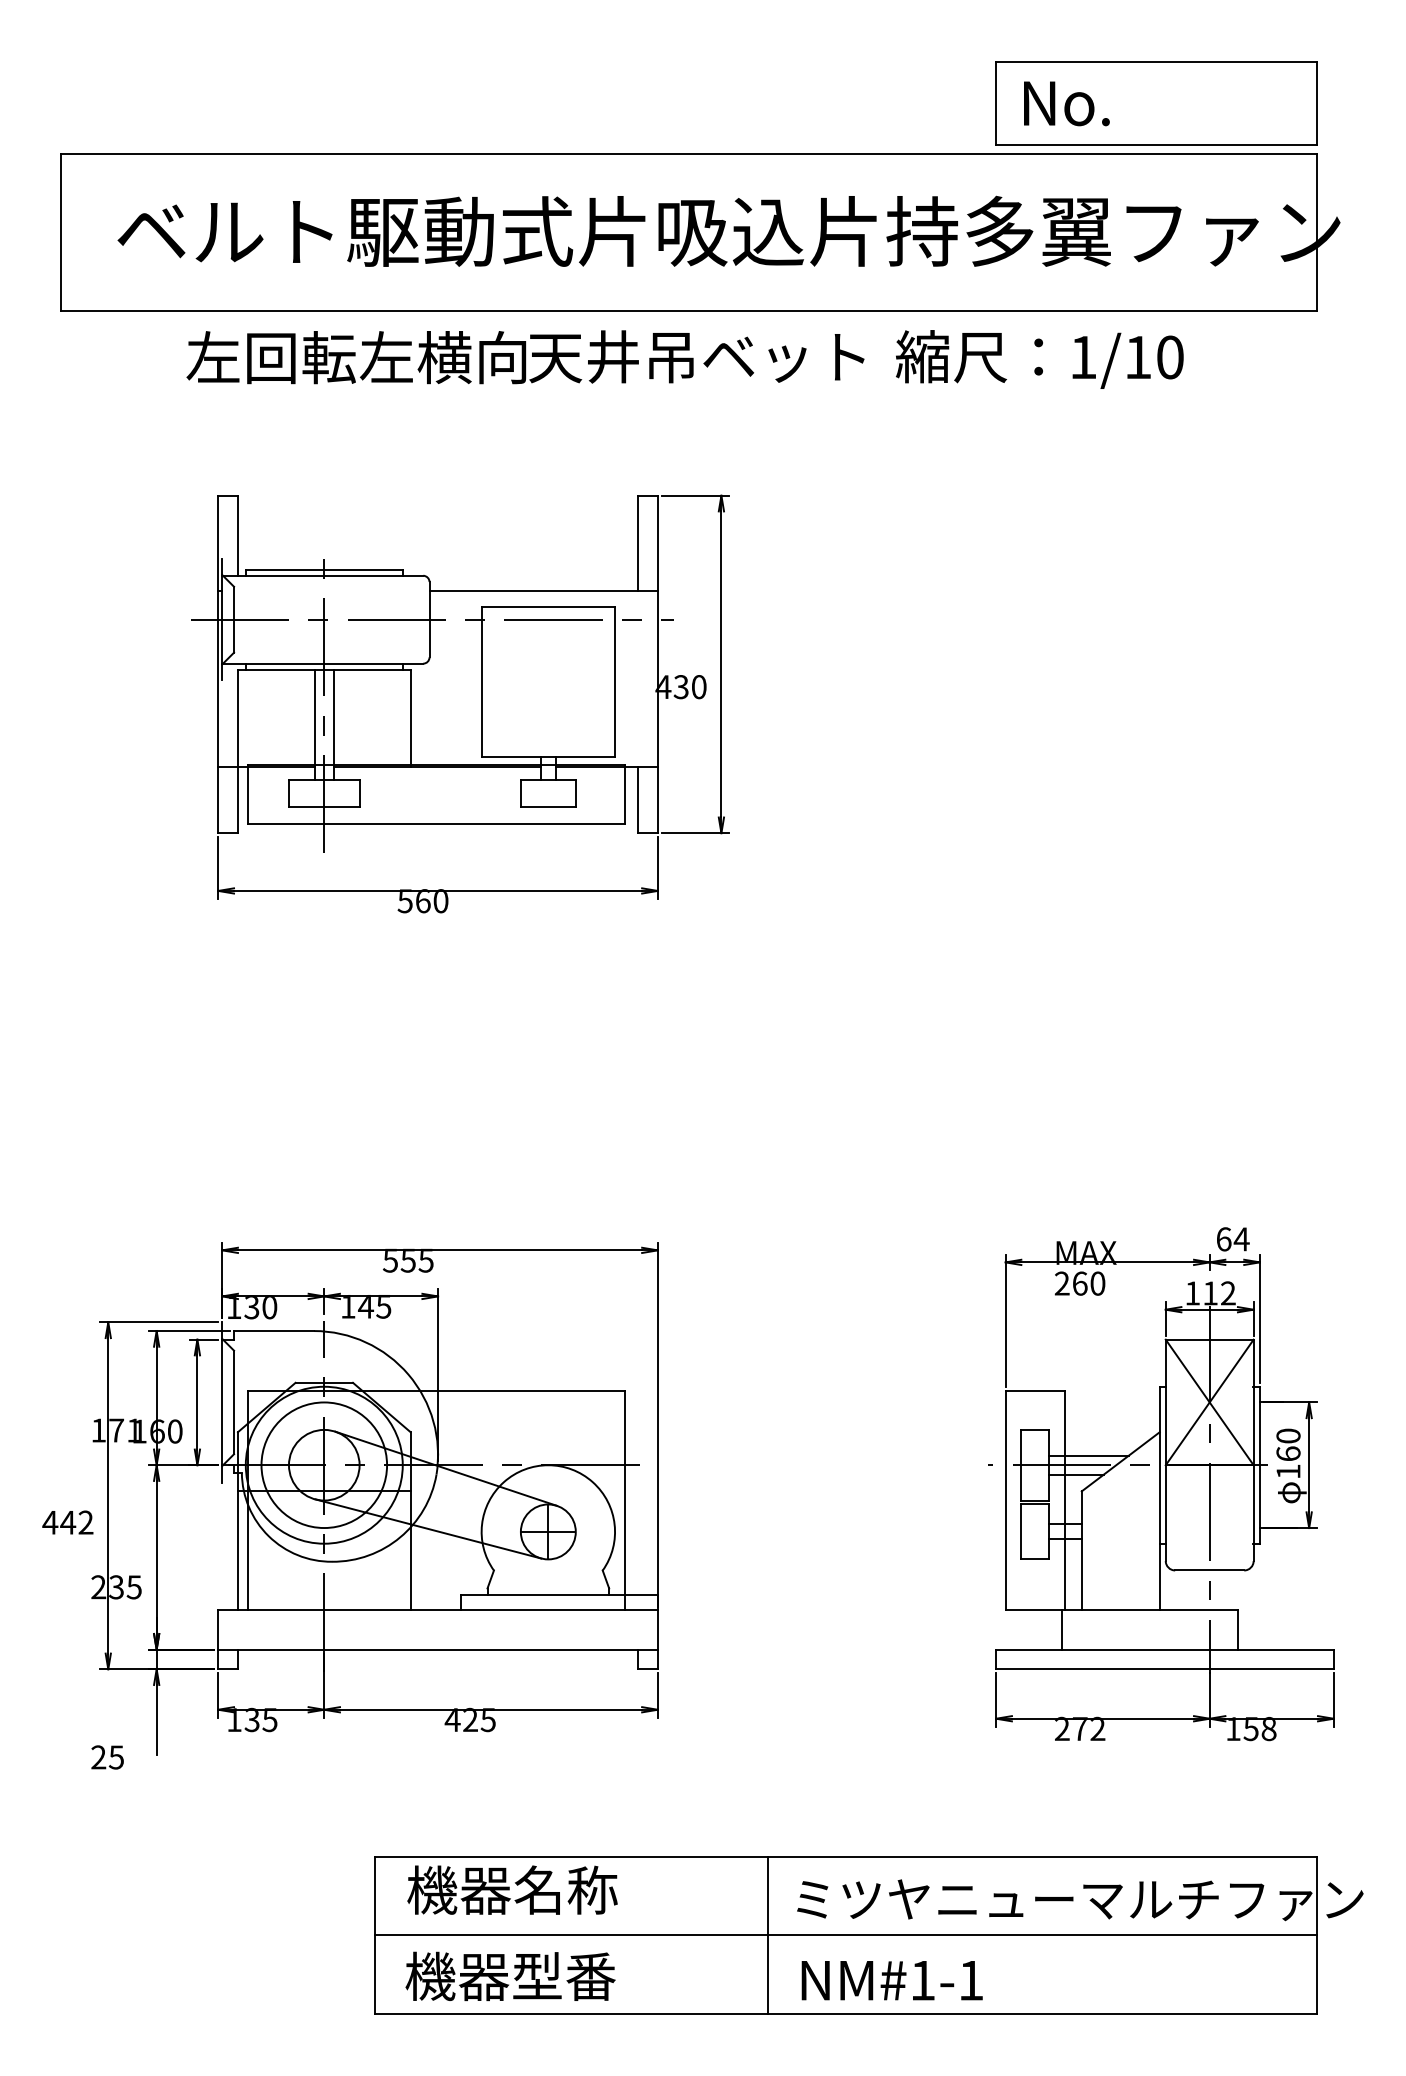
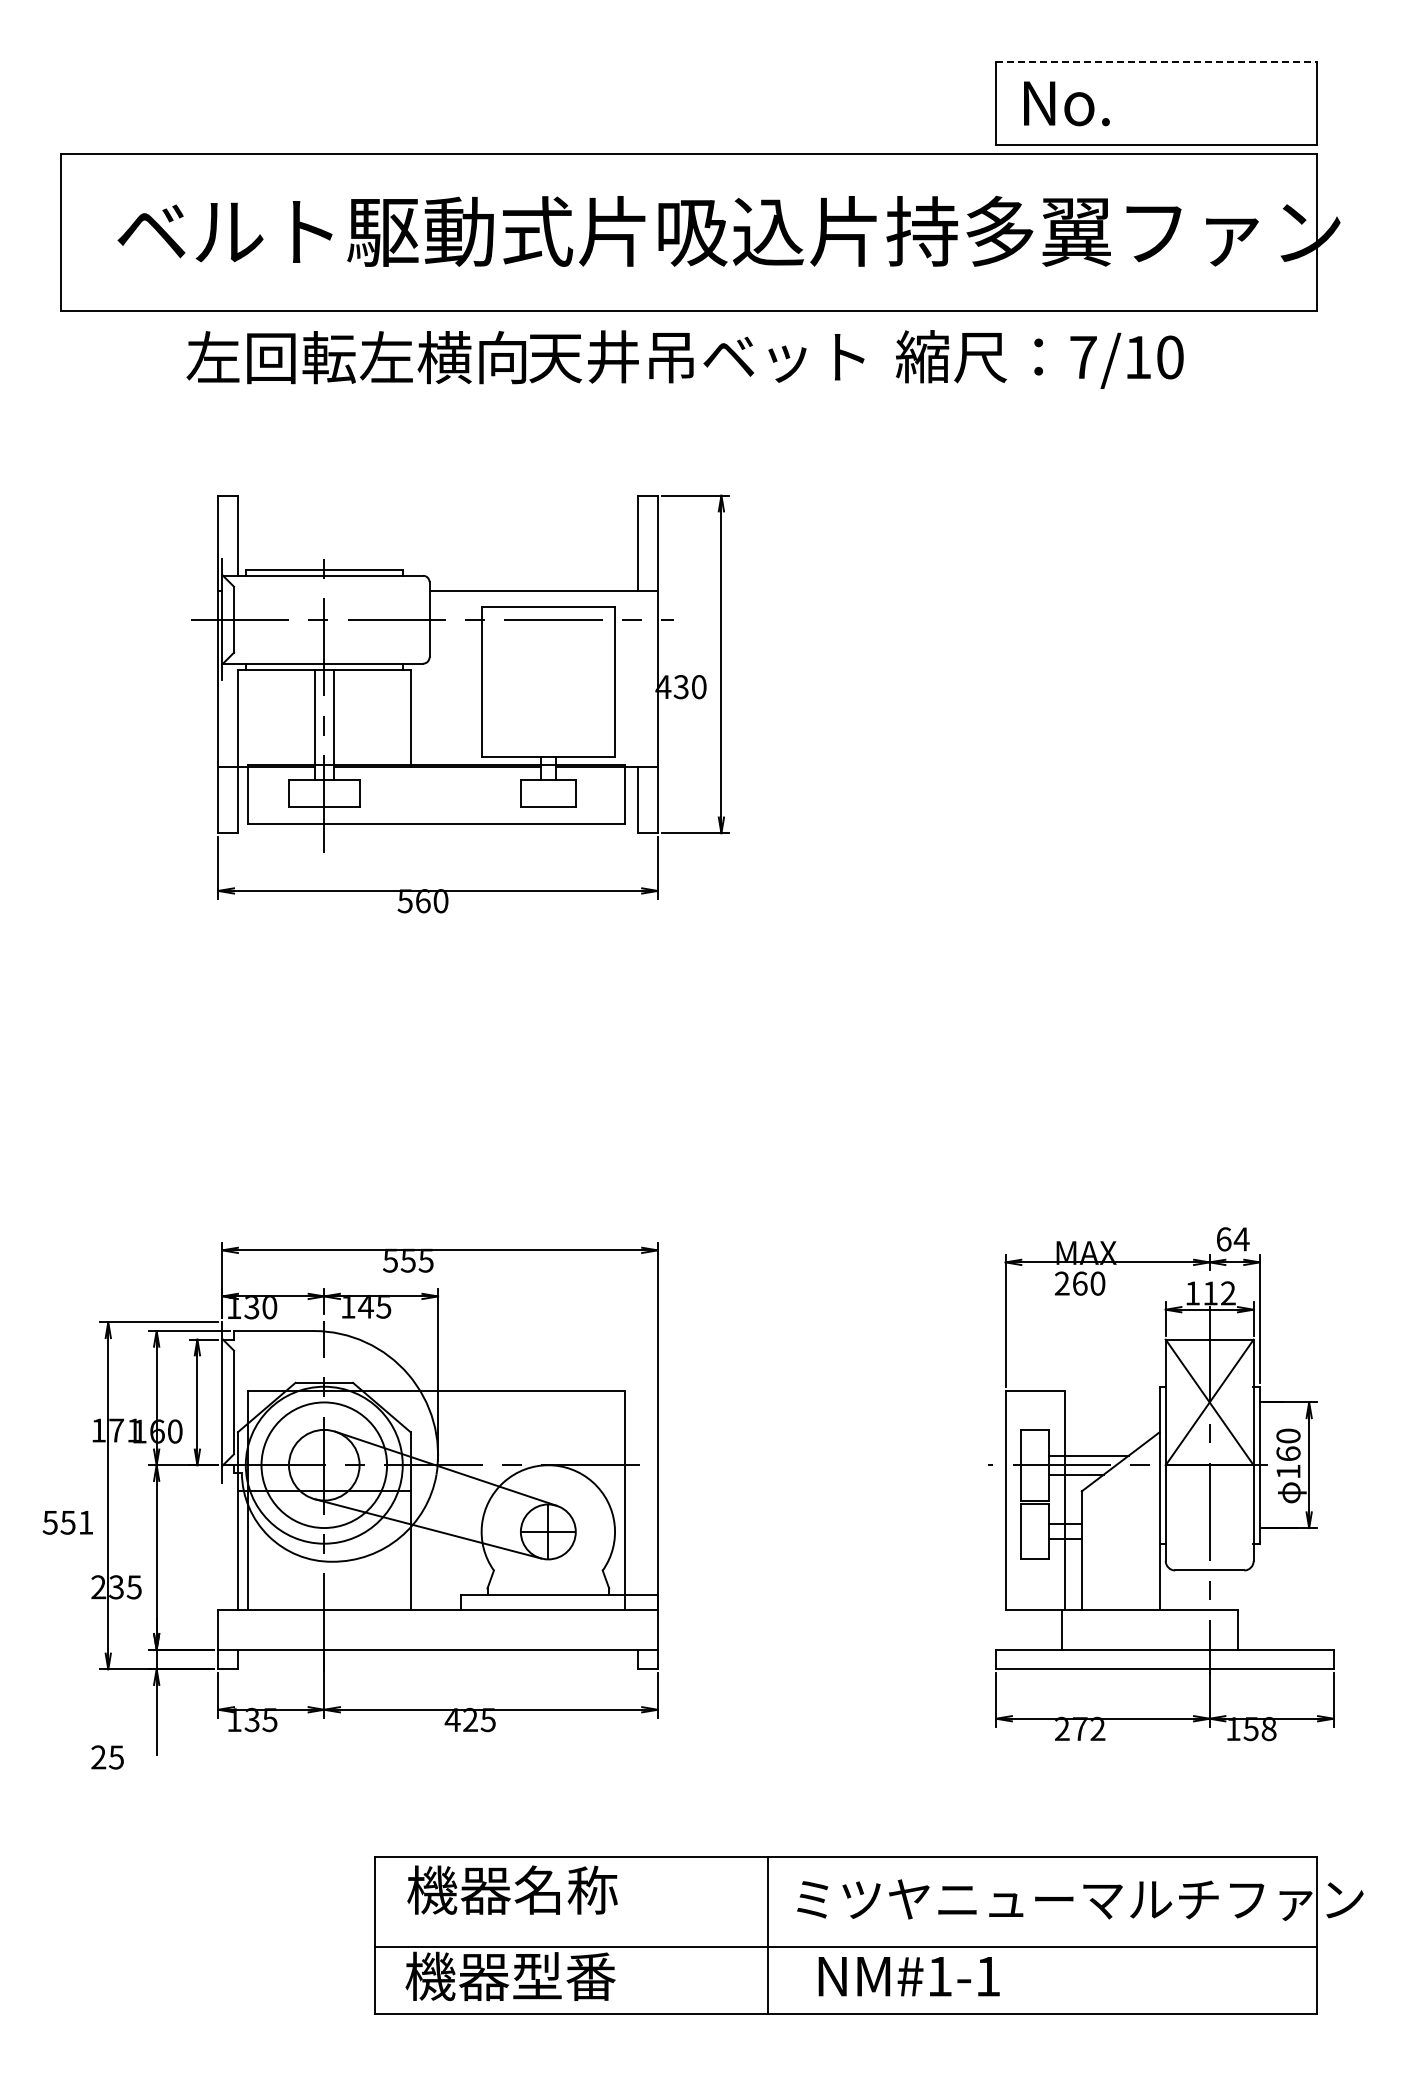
line at (1156, 62): solid -> dashed
text at (1083, 357): 1/10 -> 7/10
text at (67, 1522): 442 -> 551
line at (845, 1935) position: (845, 1935) -> (845, 1947)
text at (891, 1980) position: (891, 1980) -> (908, 1976)
